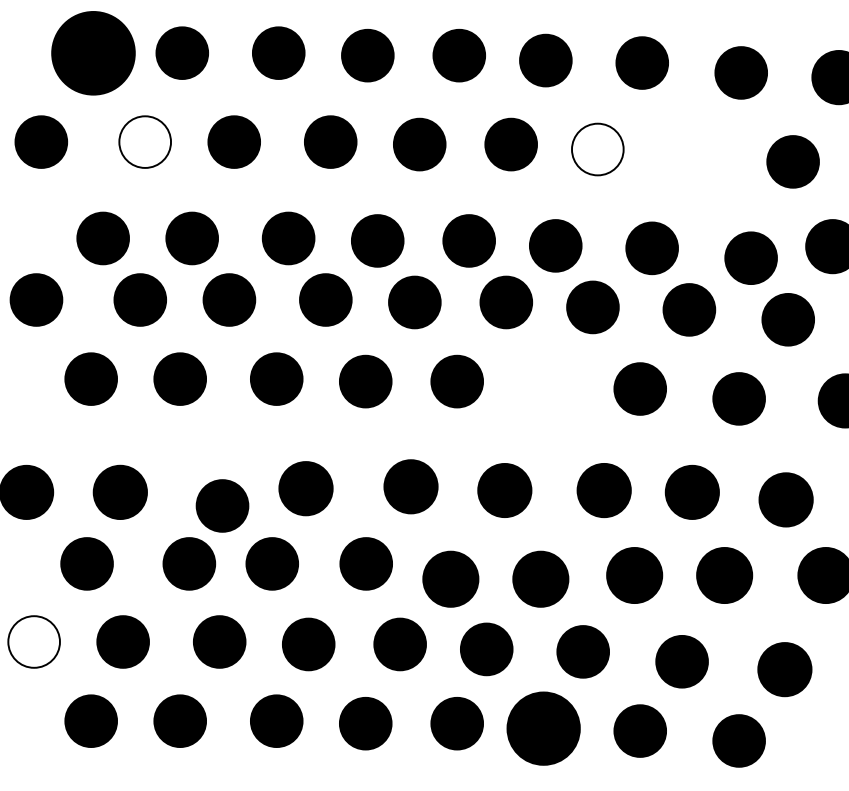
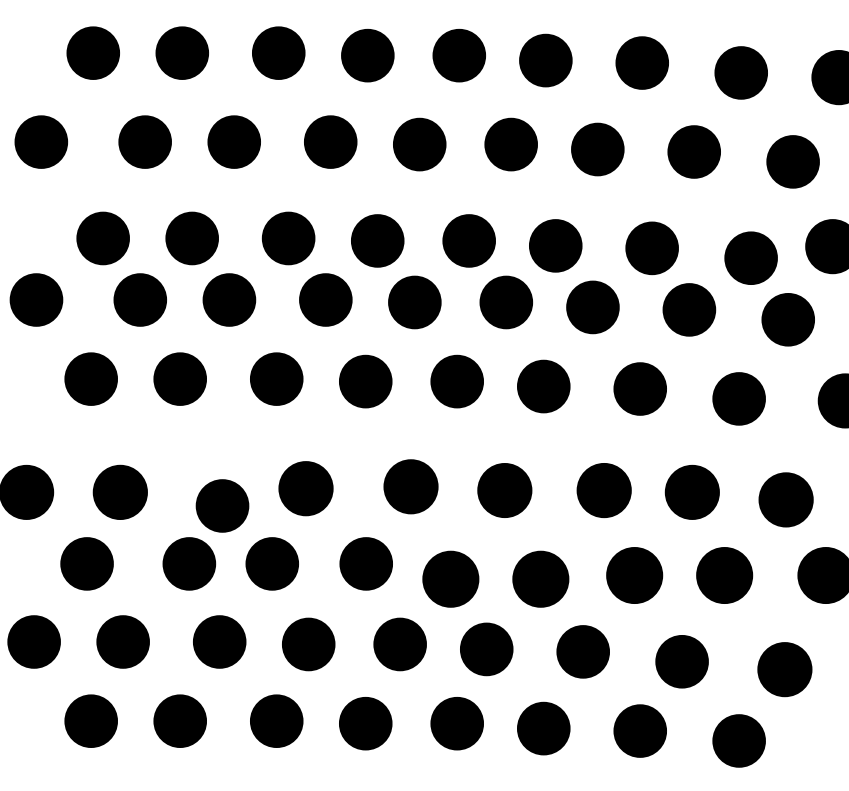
part at (93, 53) size: 85x85 px -> 54x54 px
fill at (145, 141): none -> present
fill at (597, 149): none -> present
part at (693, 151): none -> present
part at (543, 386): none -> present
fill at (33, 641): none -> present
part at (543, 728) size: 75x75 px -> 54x55 px
